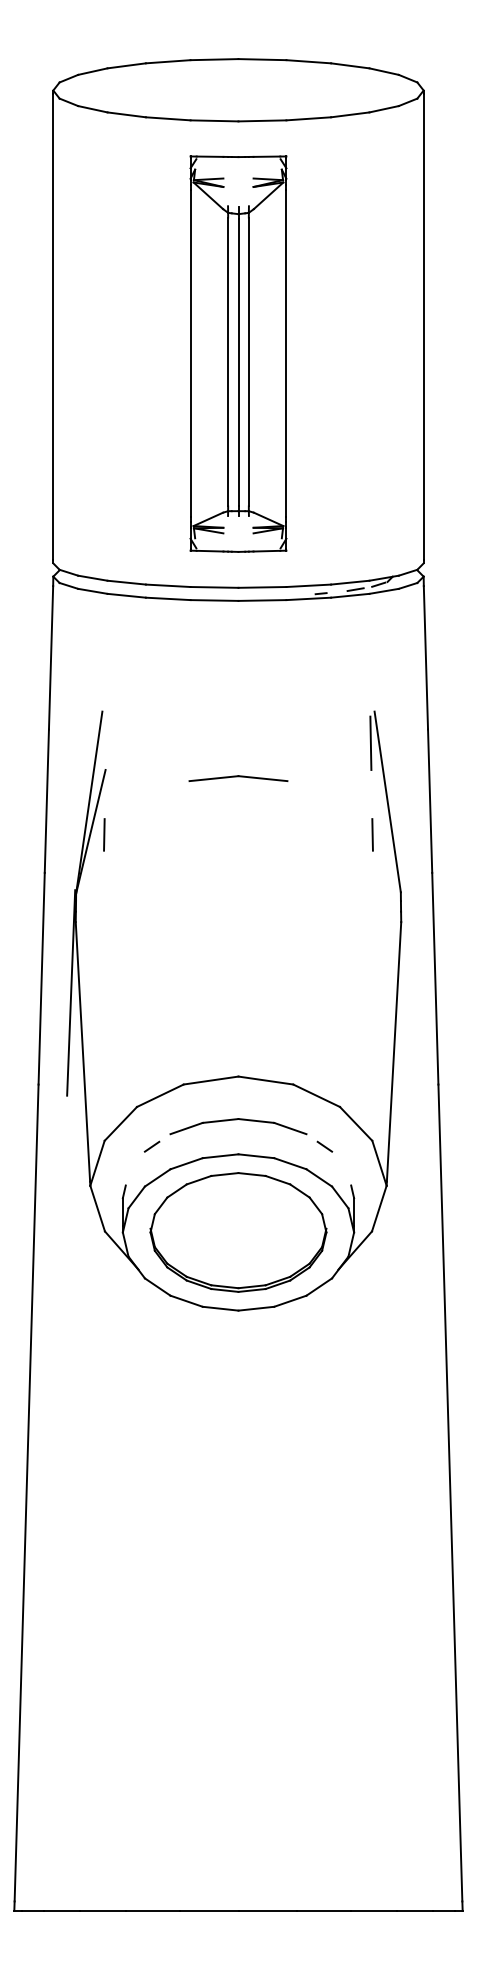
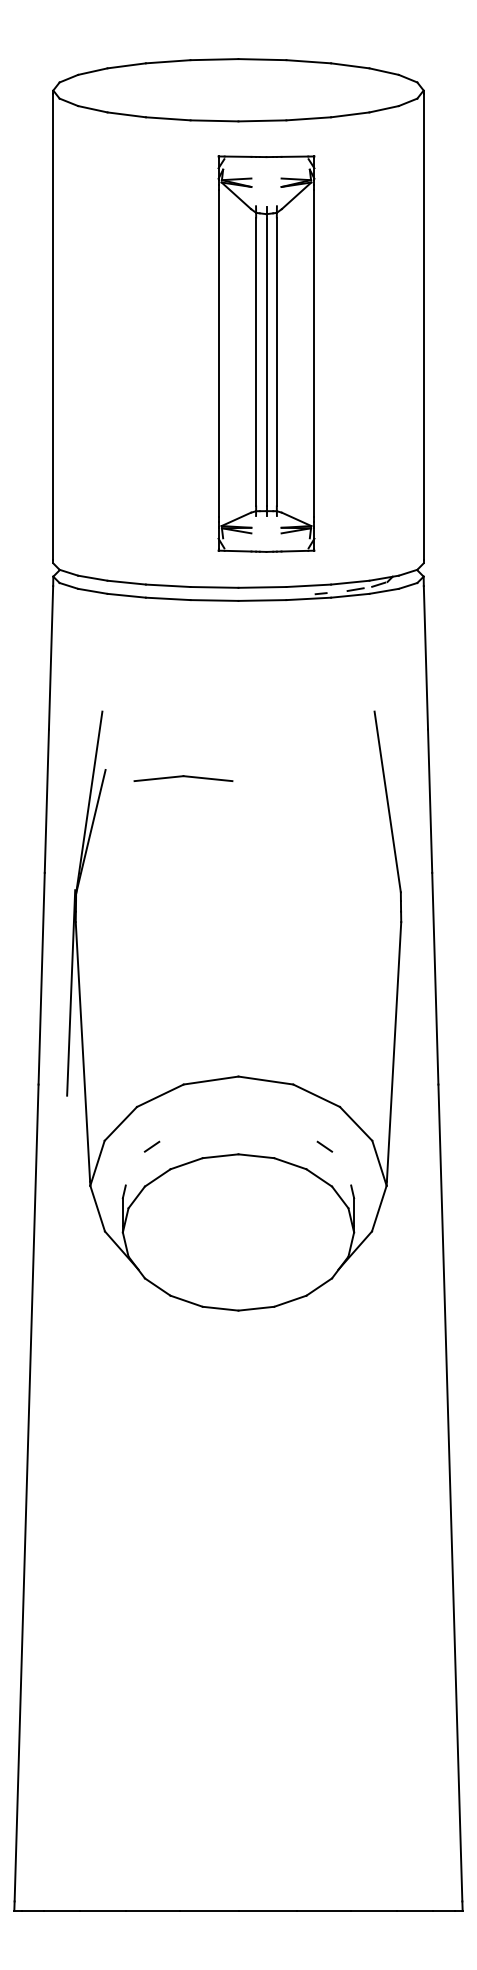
part at (238, 353) position: (238, 353) -> (266, 353)
line at (370, 742): present -> none
part at (238, 778) position: (238, 778) -> (183, 778)
line at (104, 834): present -> none
line at (372, 834): present -> none
part at (236, 1120): present -> none
part at (238, 1232): present -> none
